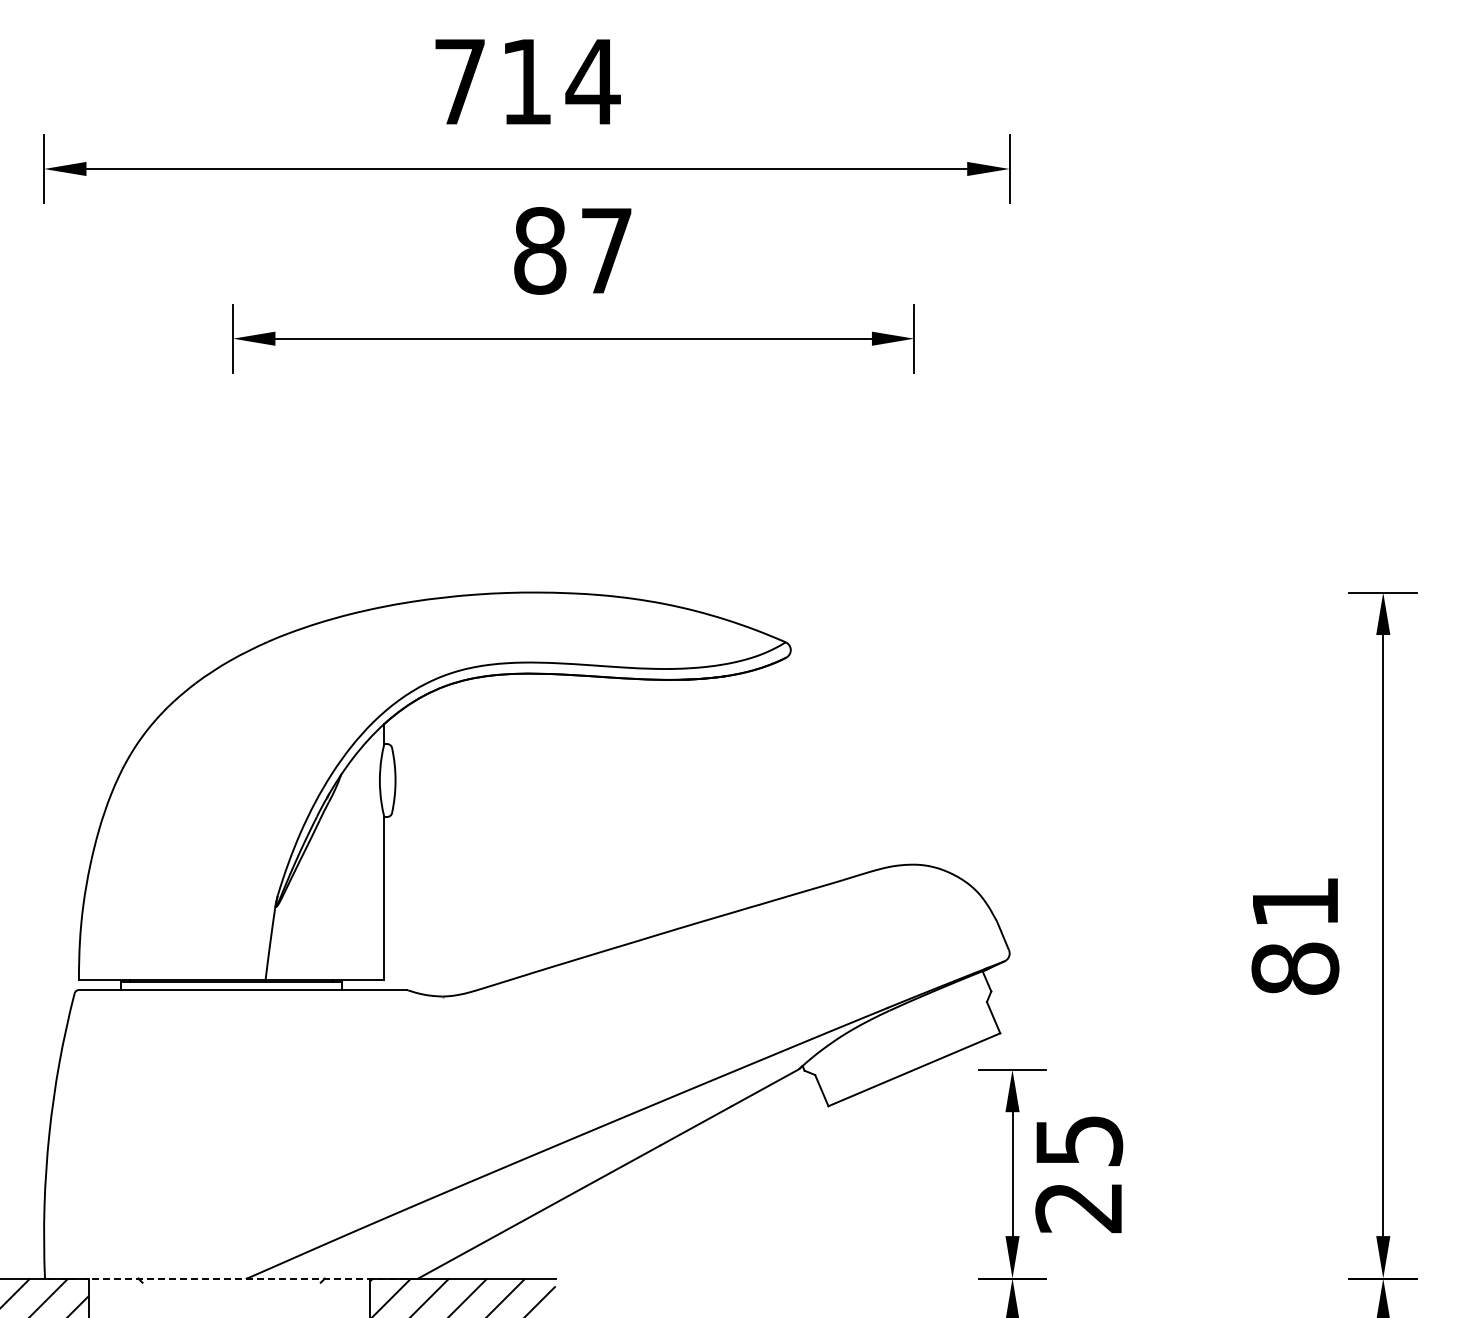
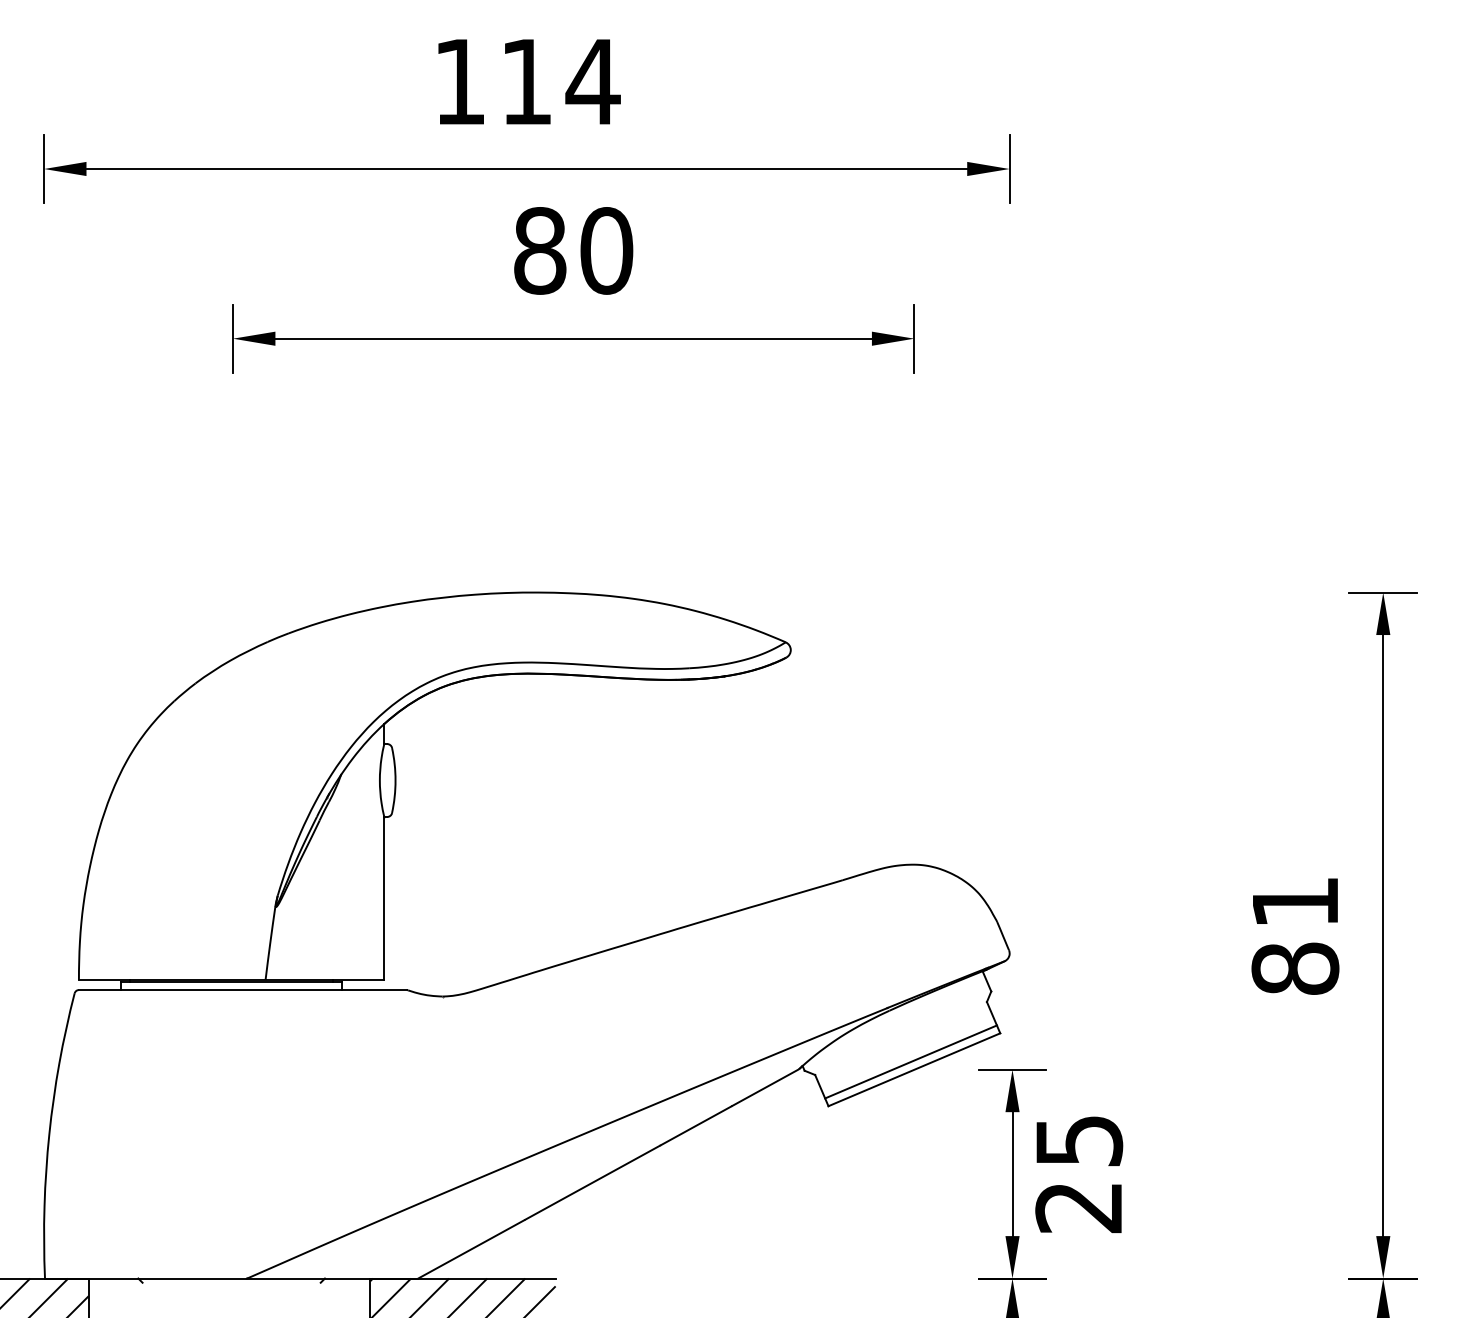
text at (459, 81): 714 -> 114
text at (606, 250): 87 -> 80
line at (910, 1061): none -> present
line at (231, 1278): dashed -> solid
